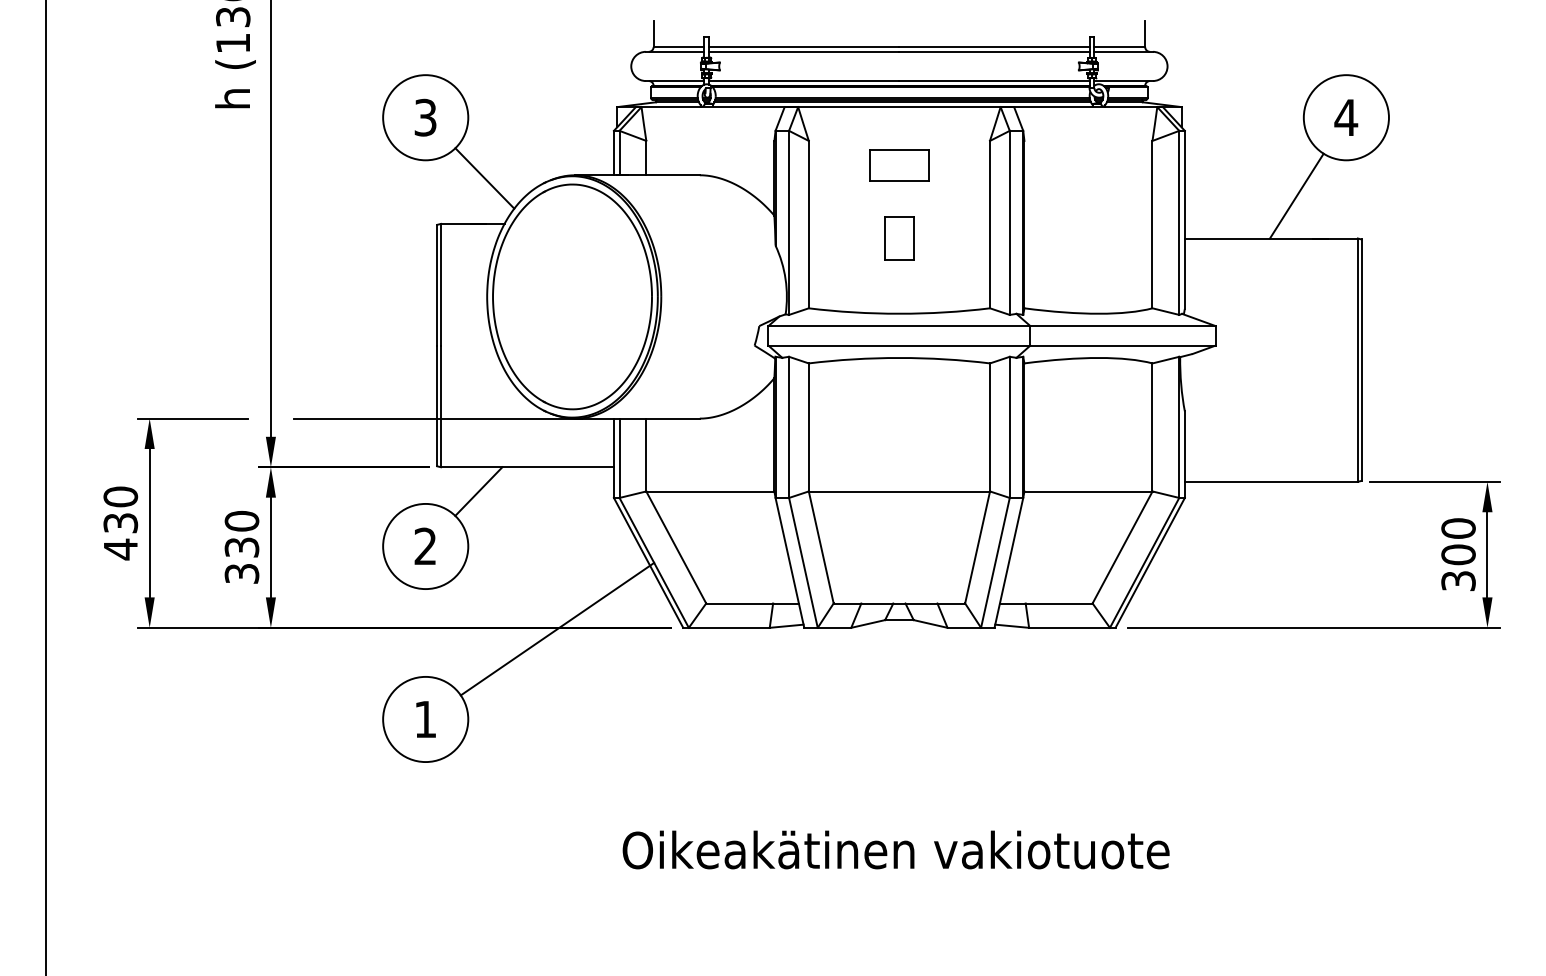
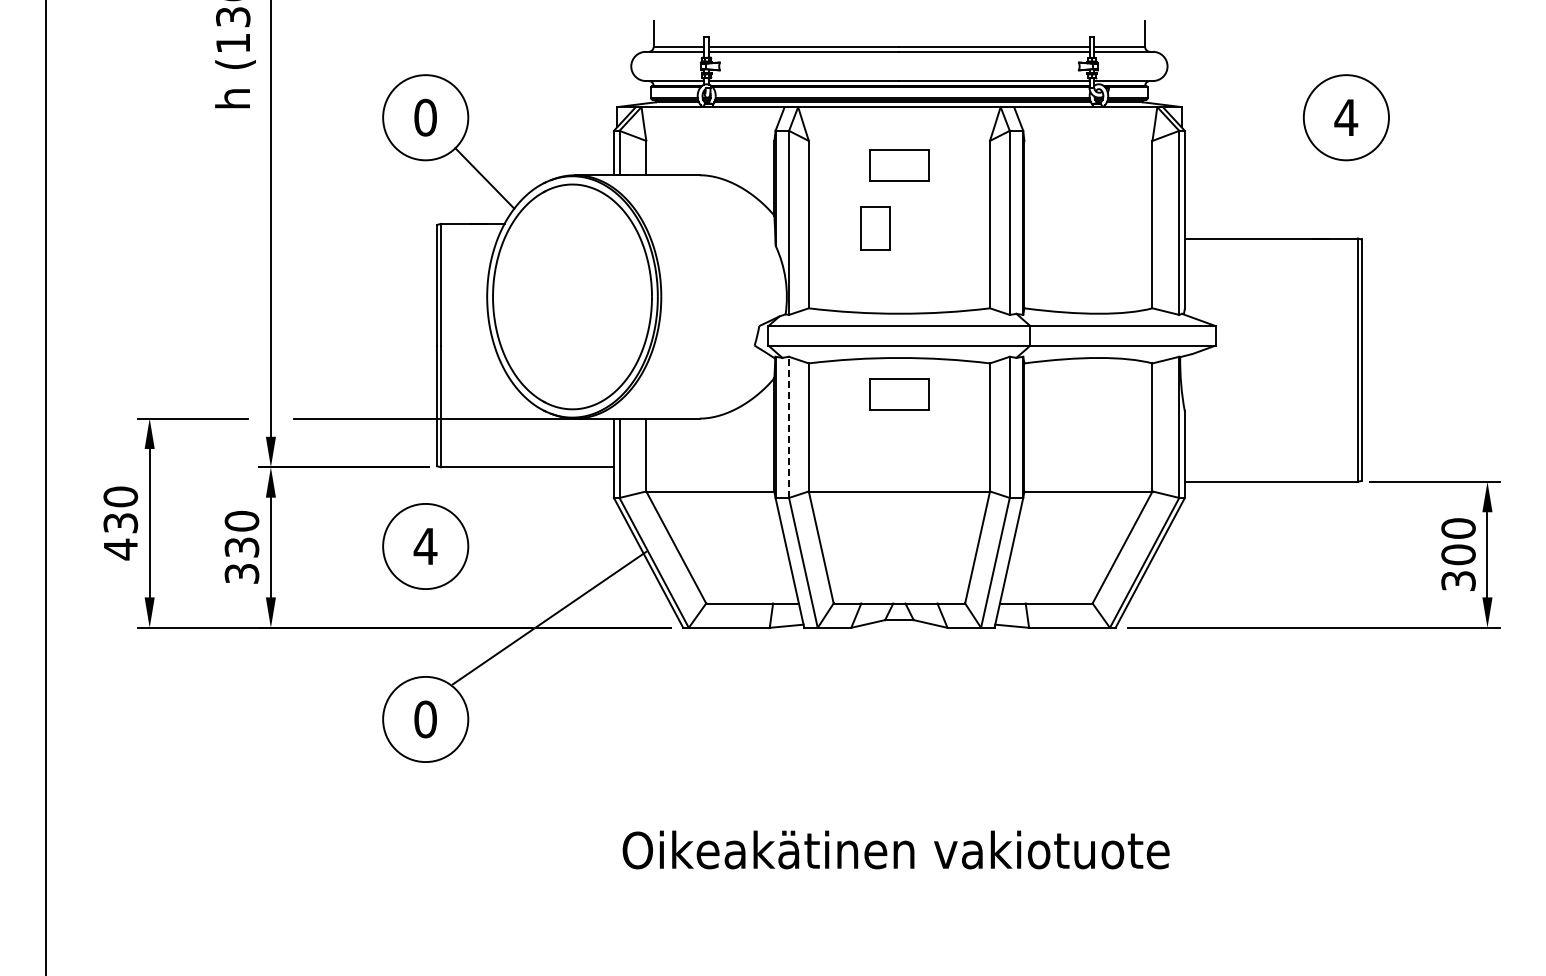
text at (425, 117): 3 -> 0
line at (1296, 195): present -> none
part at (899, 238) position: (899, 238) -> (875, 228)
part at (899, 394): none -> present
line at (789, 427): solid -> dashed
line at (478, 491): present -> none
text at (425, 545): 2 -> 4
line at (557, 628) position: (557, 628) -> (549, 617)
text at (425, 719): 1 -> 0
